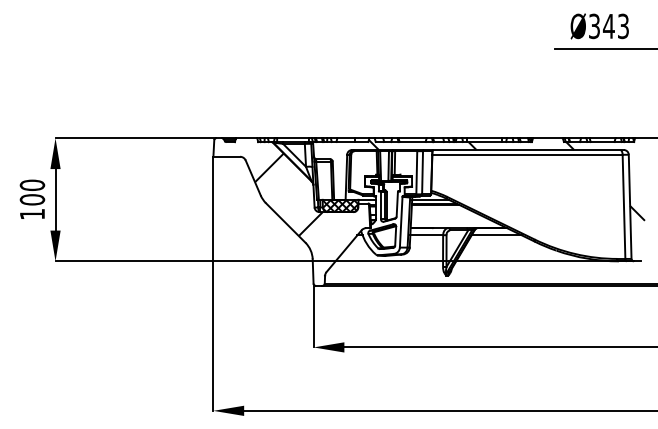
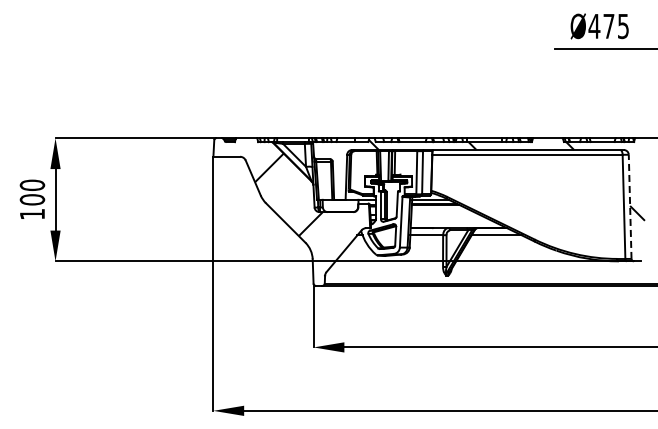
text at (608, 26): Ø343 -> Ø475
hatch at (340, 205): present -> none
line at (630, 206): solid -> dashed
